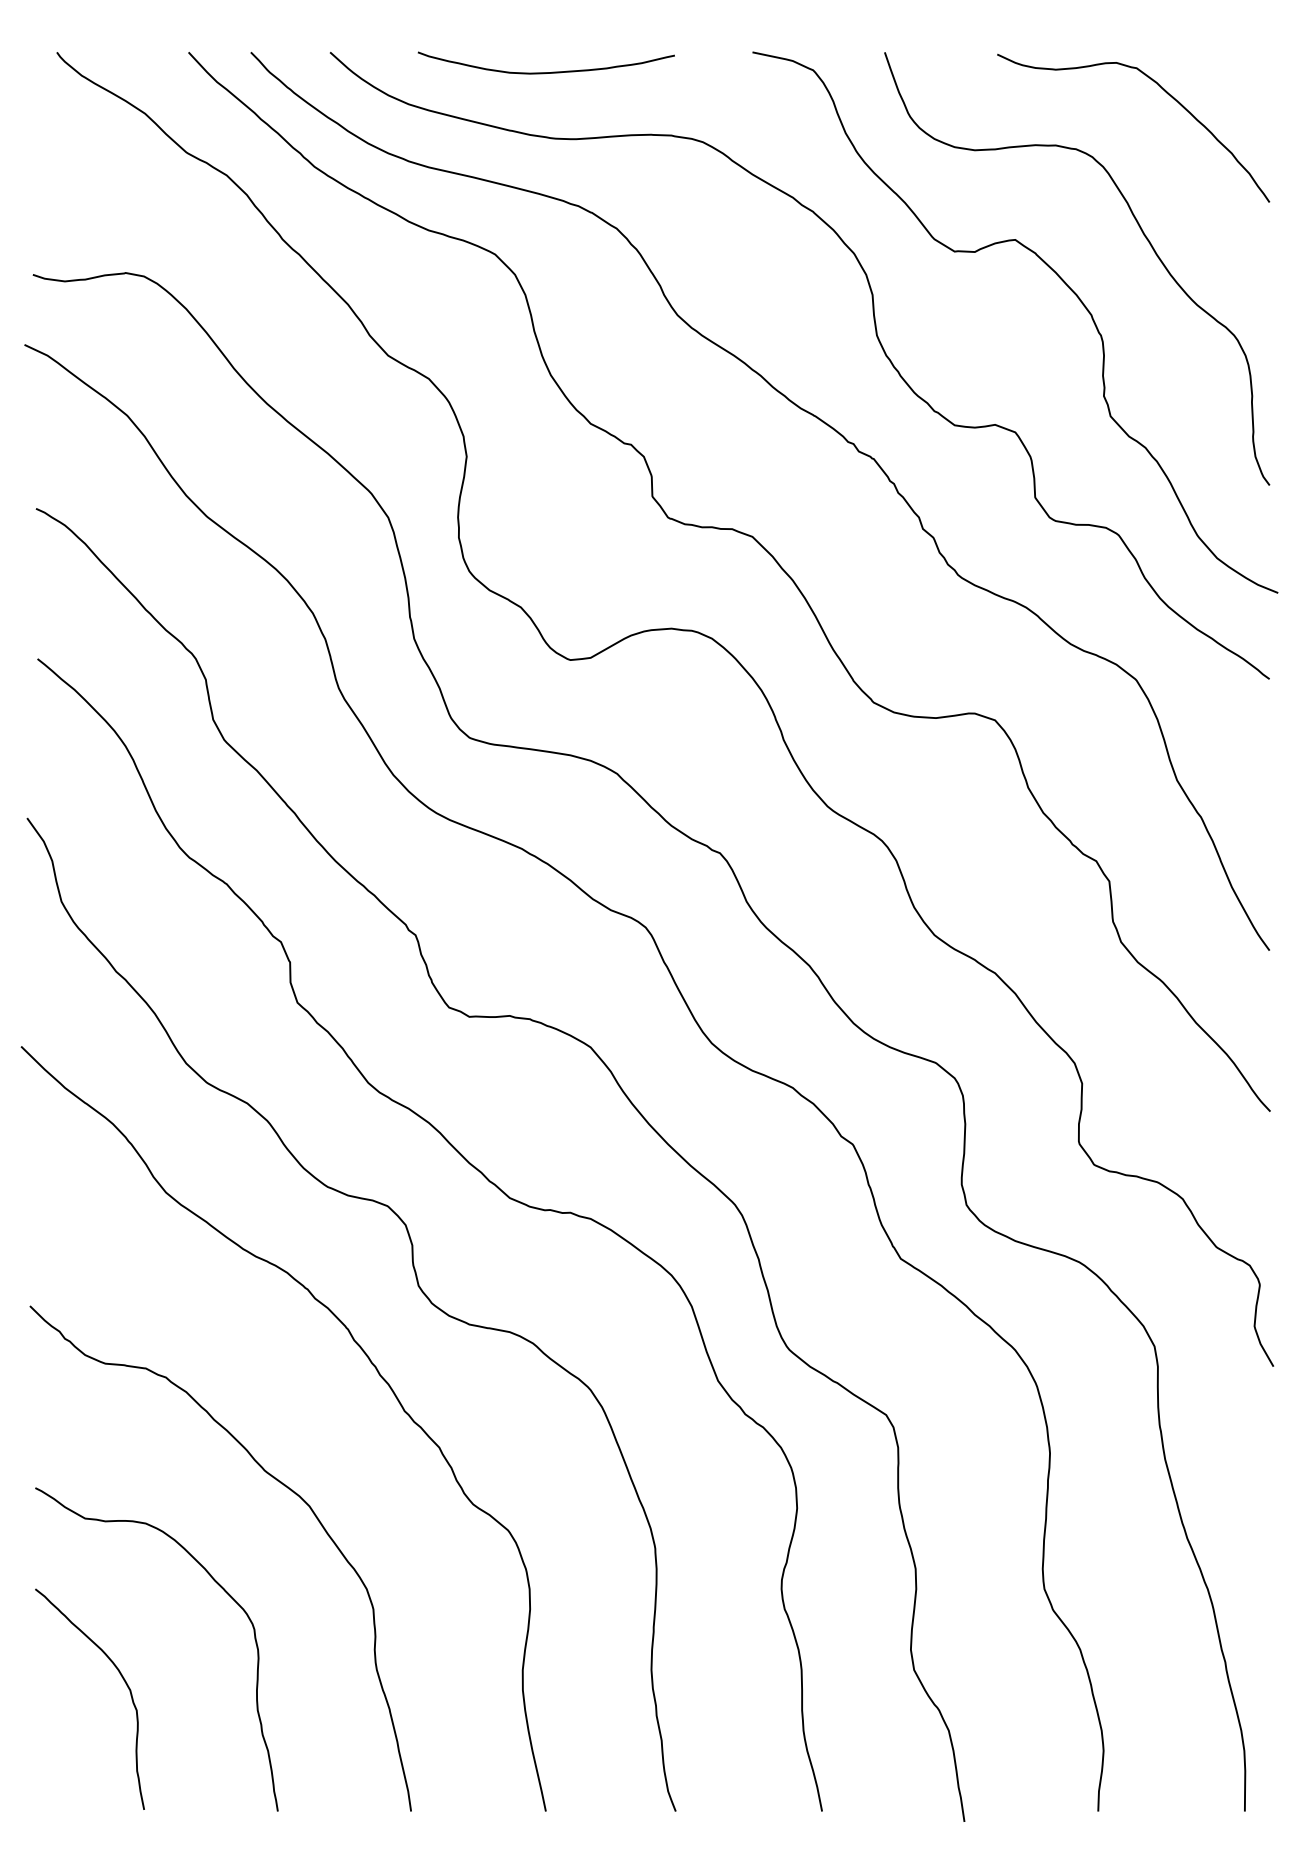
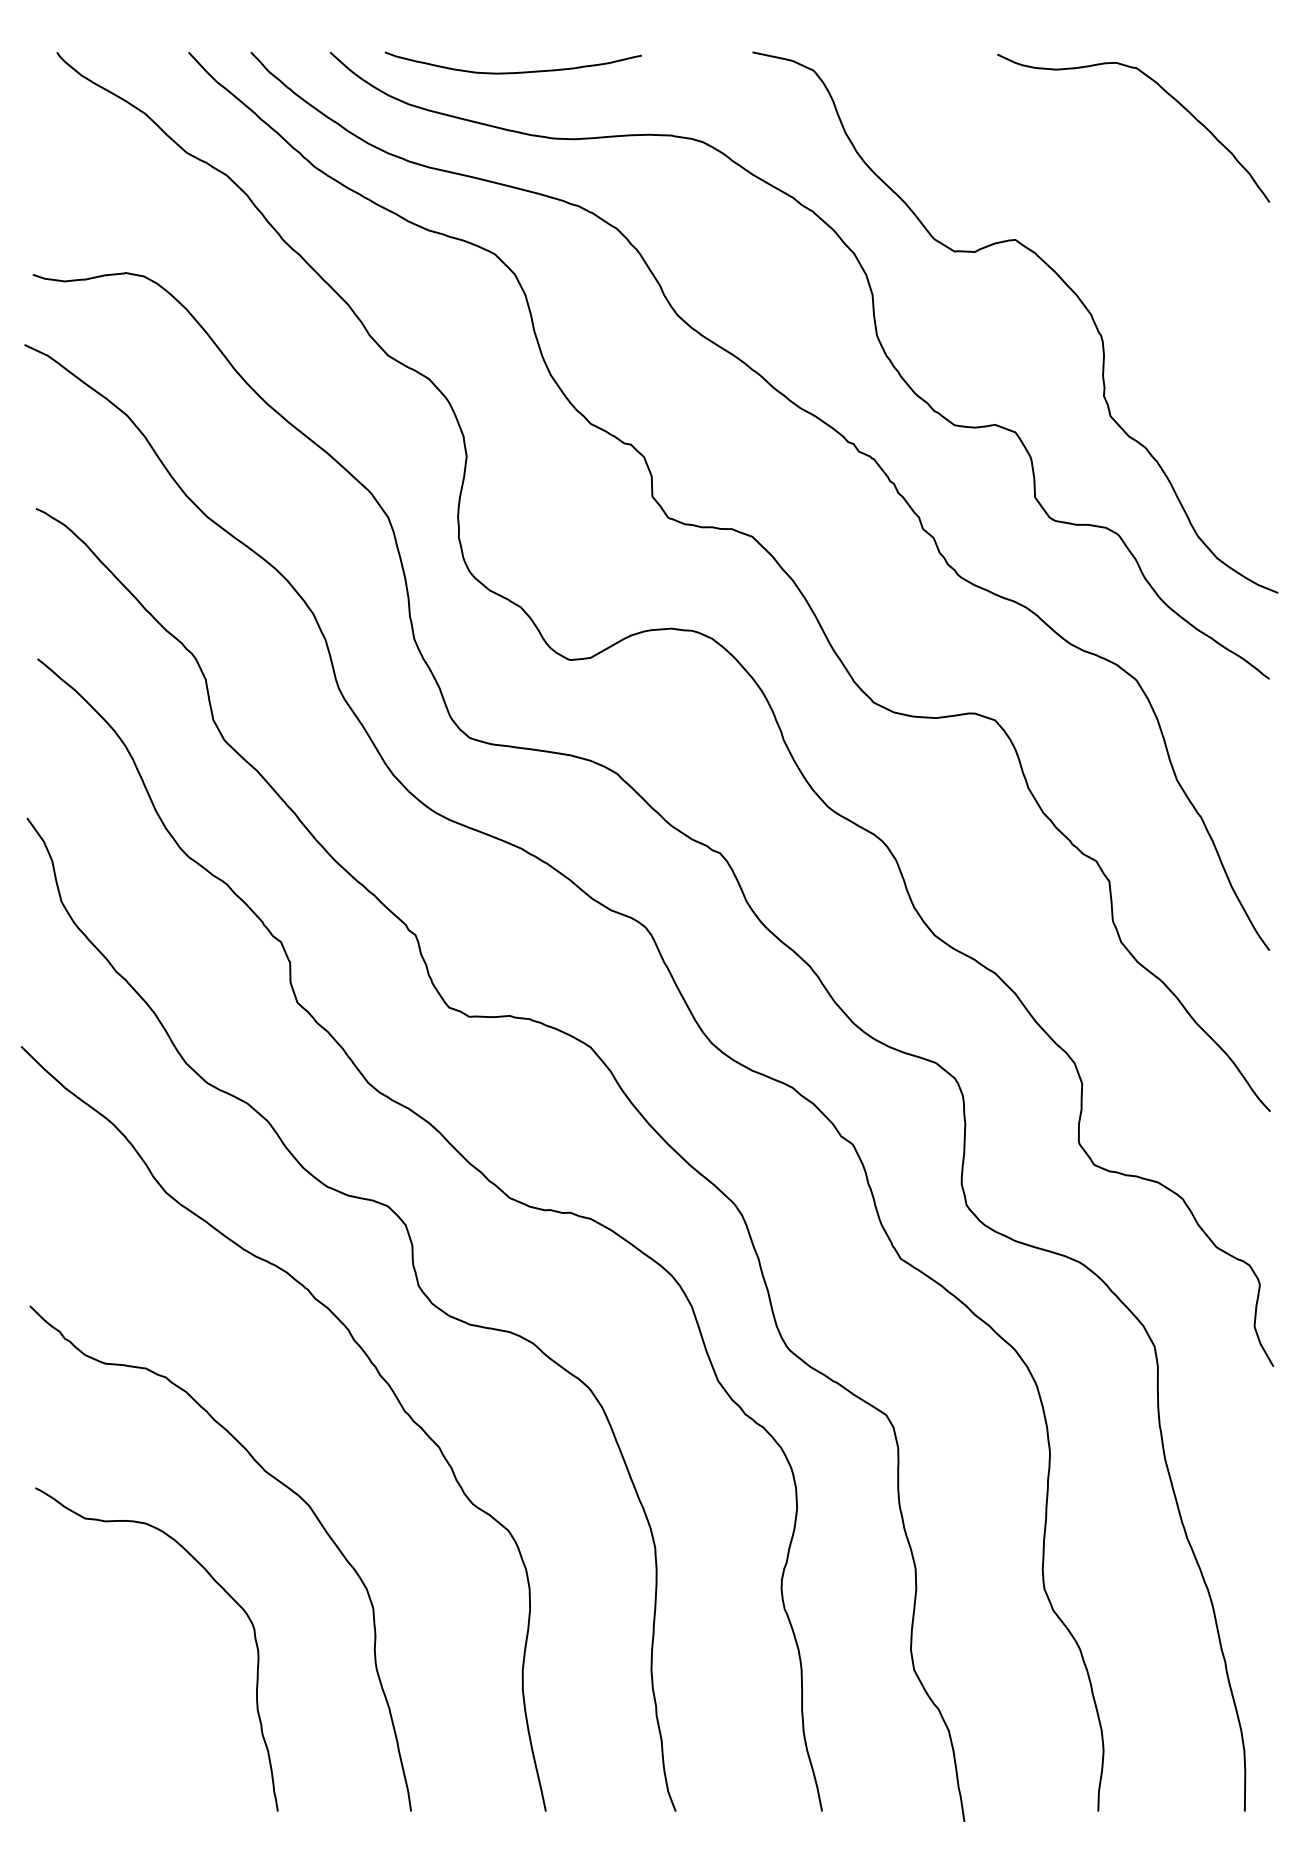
curve at (545, 72) position: (545, 72) -> (512, 72)
curve at (1139, 228): present -> none
curve at (121, 1677): present -> none
